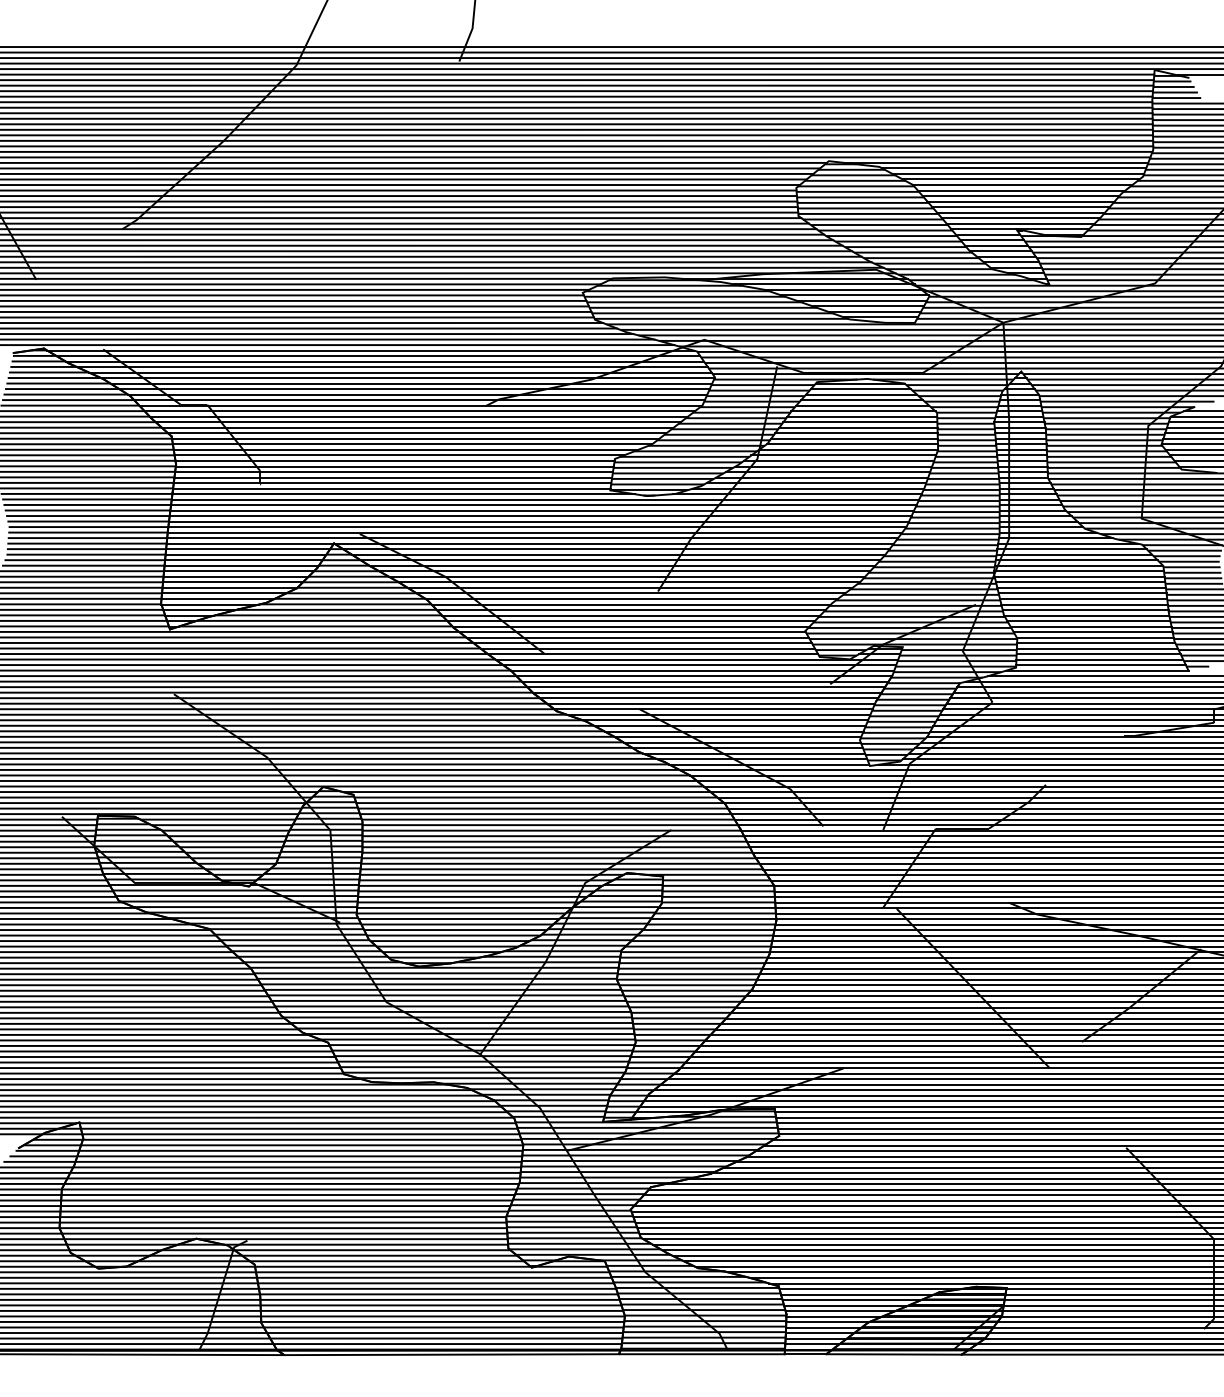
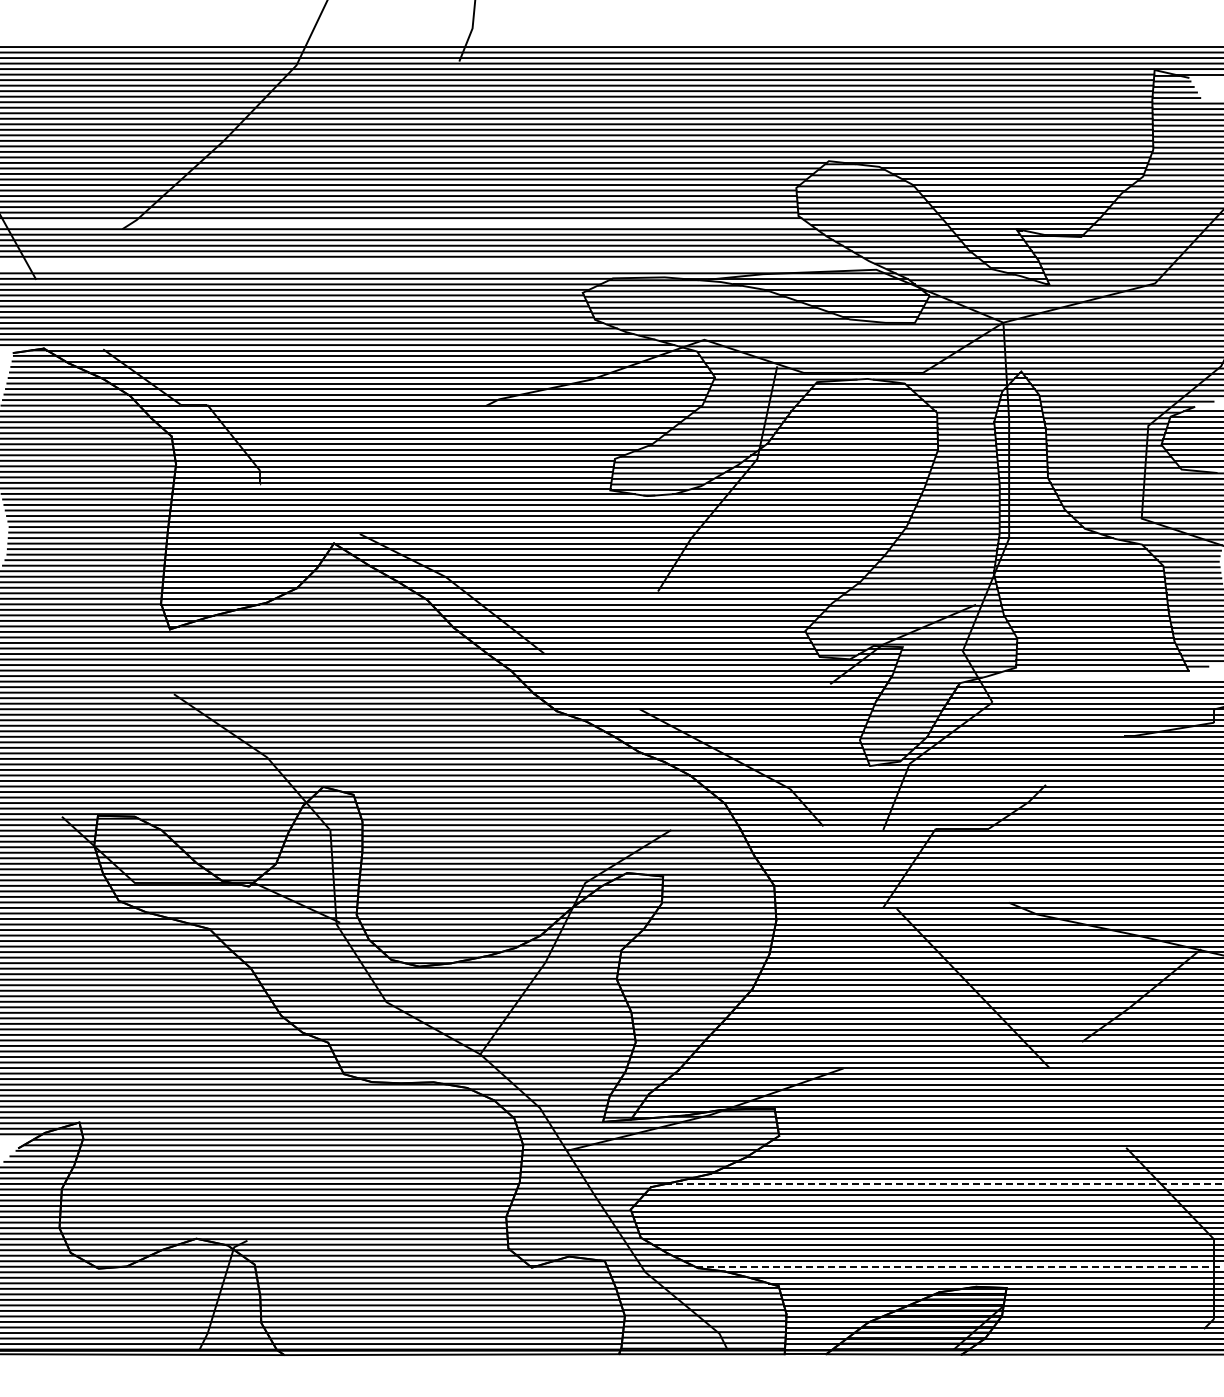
line at (405, 223): present -> none
line at (436, 262): present -> none
line at (442, 267): present -> none
line at (1103, 676): present -> none
line at (944, 1184): solid -> dashed
line at (959, 1266): solid -> dashed
